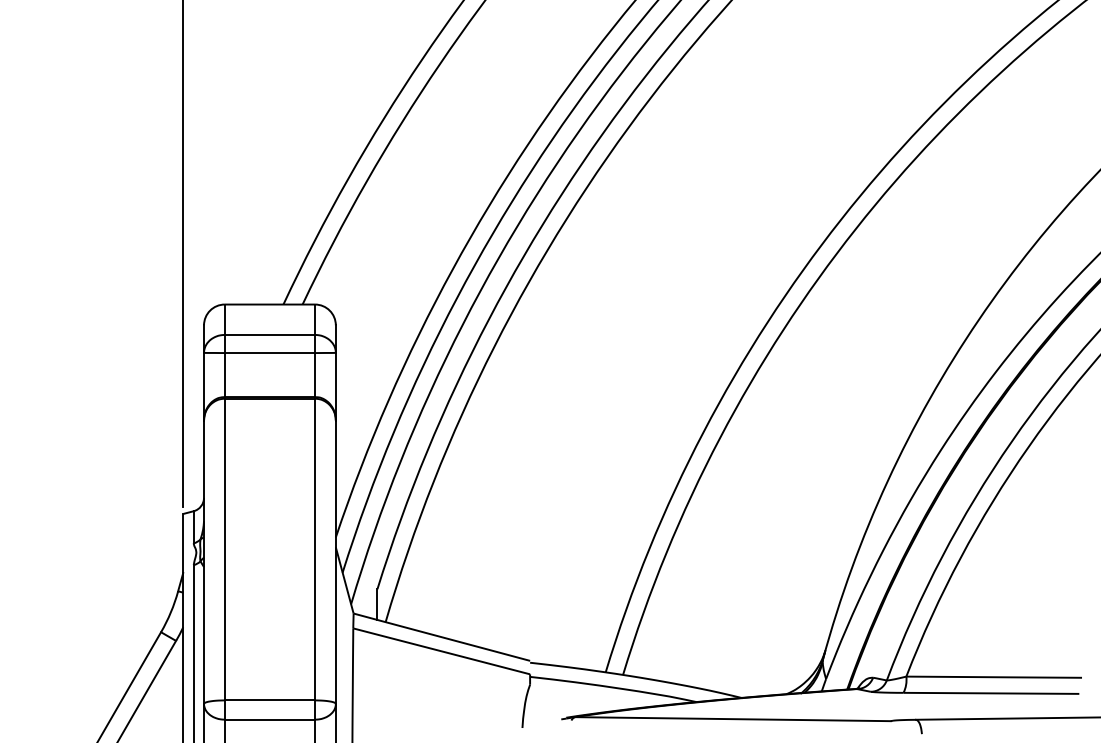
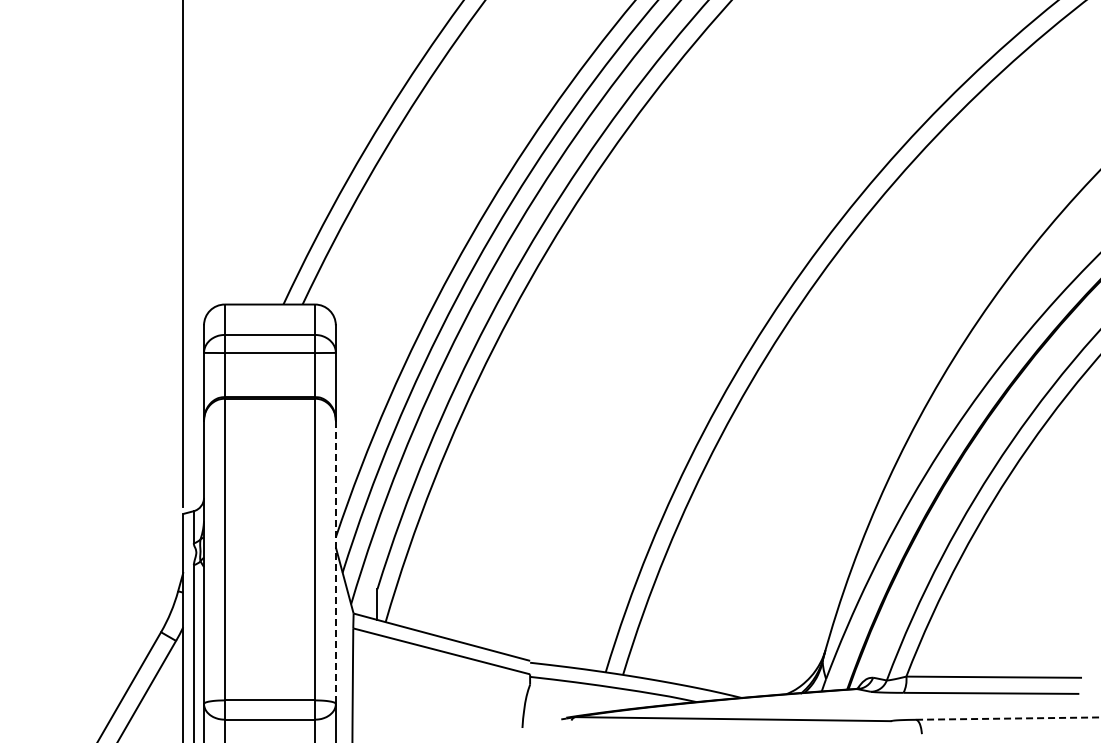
line at (335, 562): solid -> dashed
line at (1008, 718): solid -> dashed
